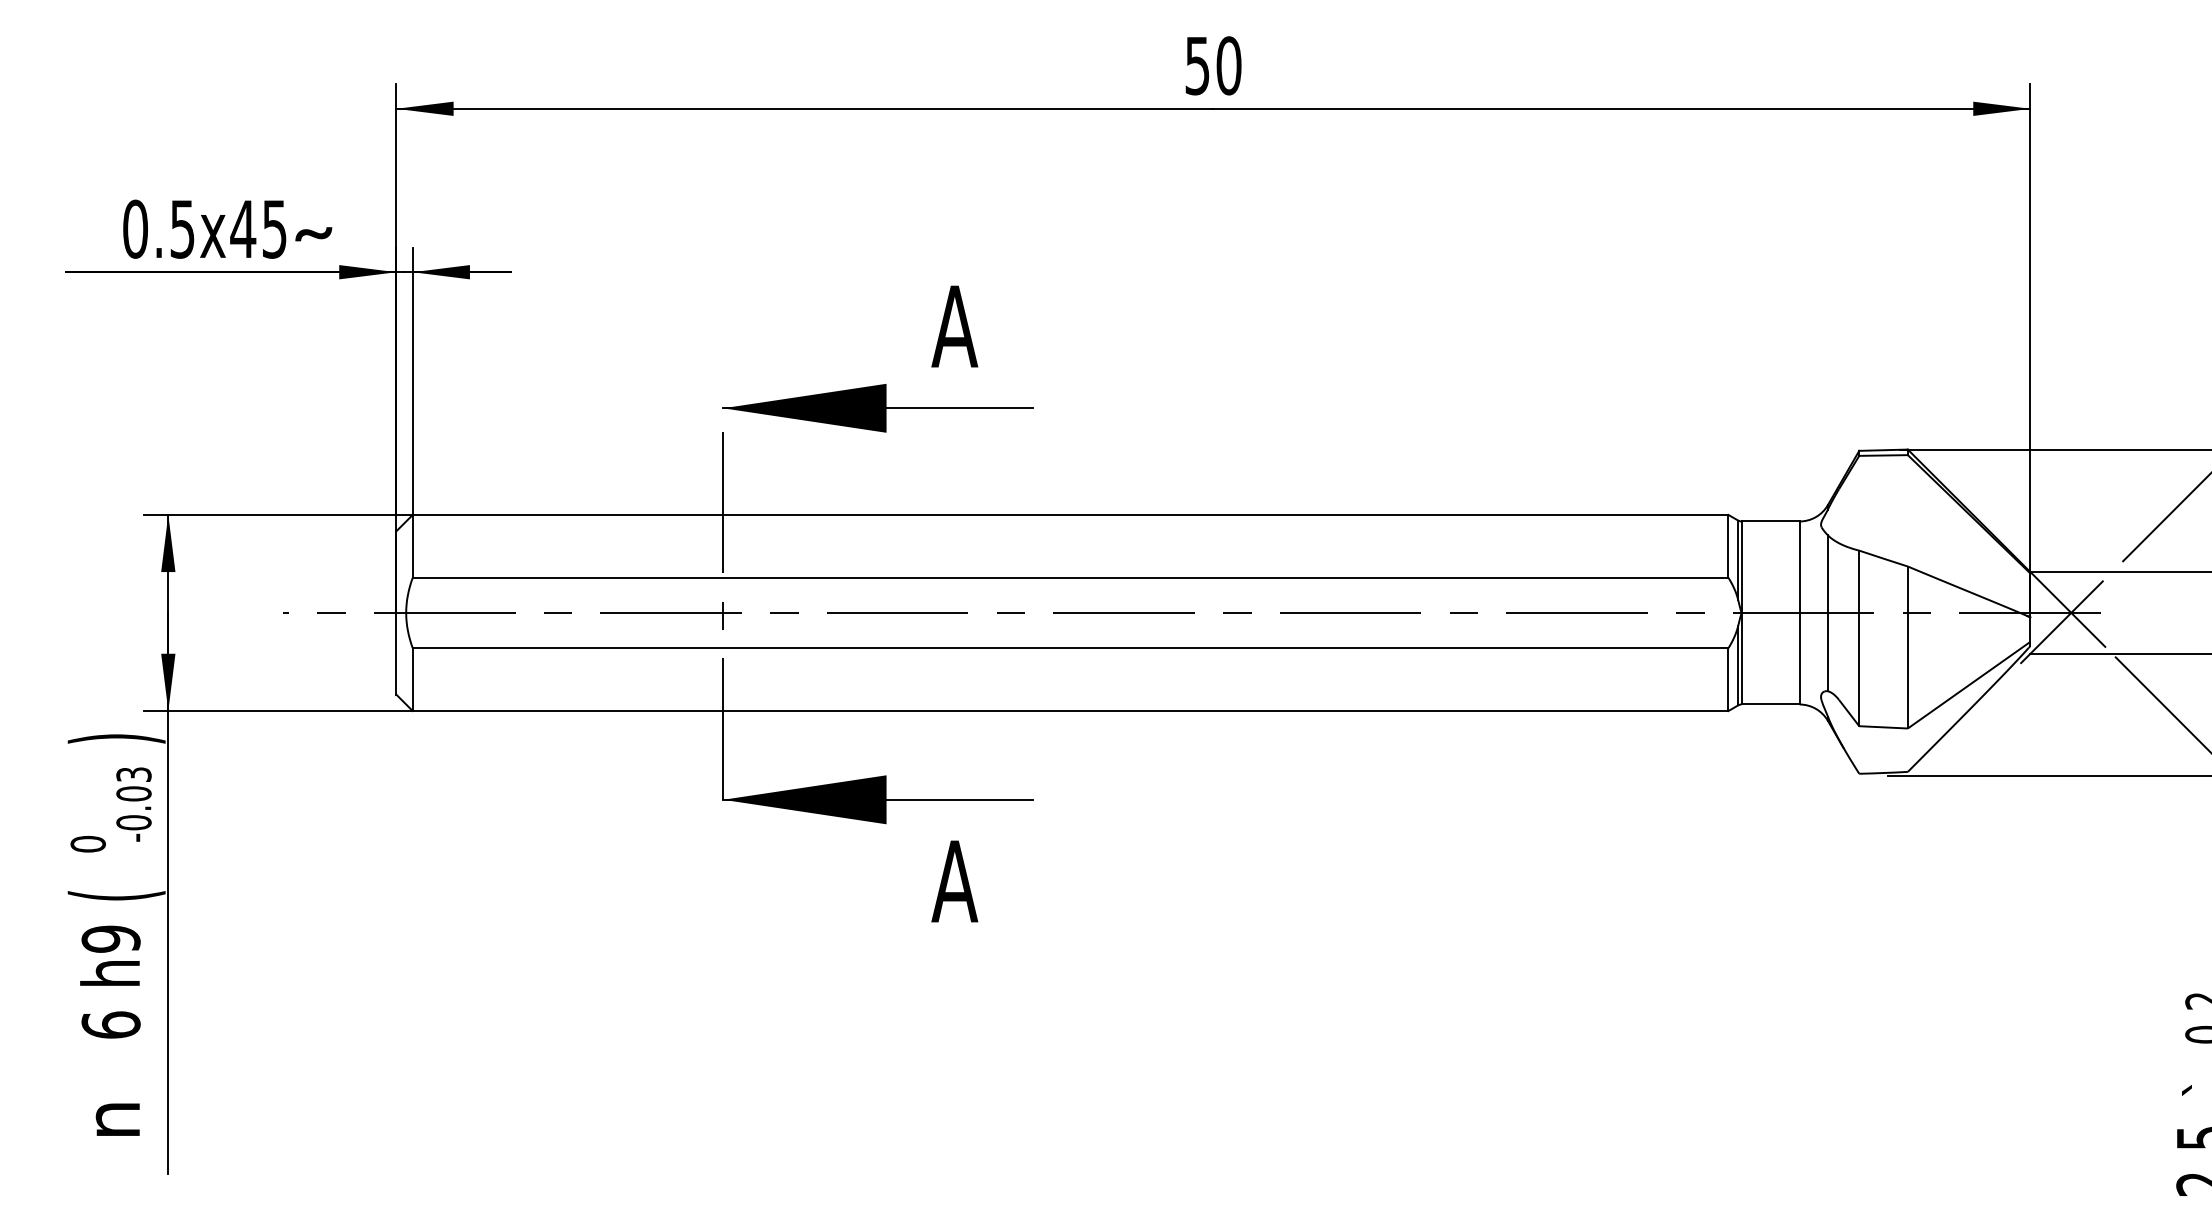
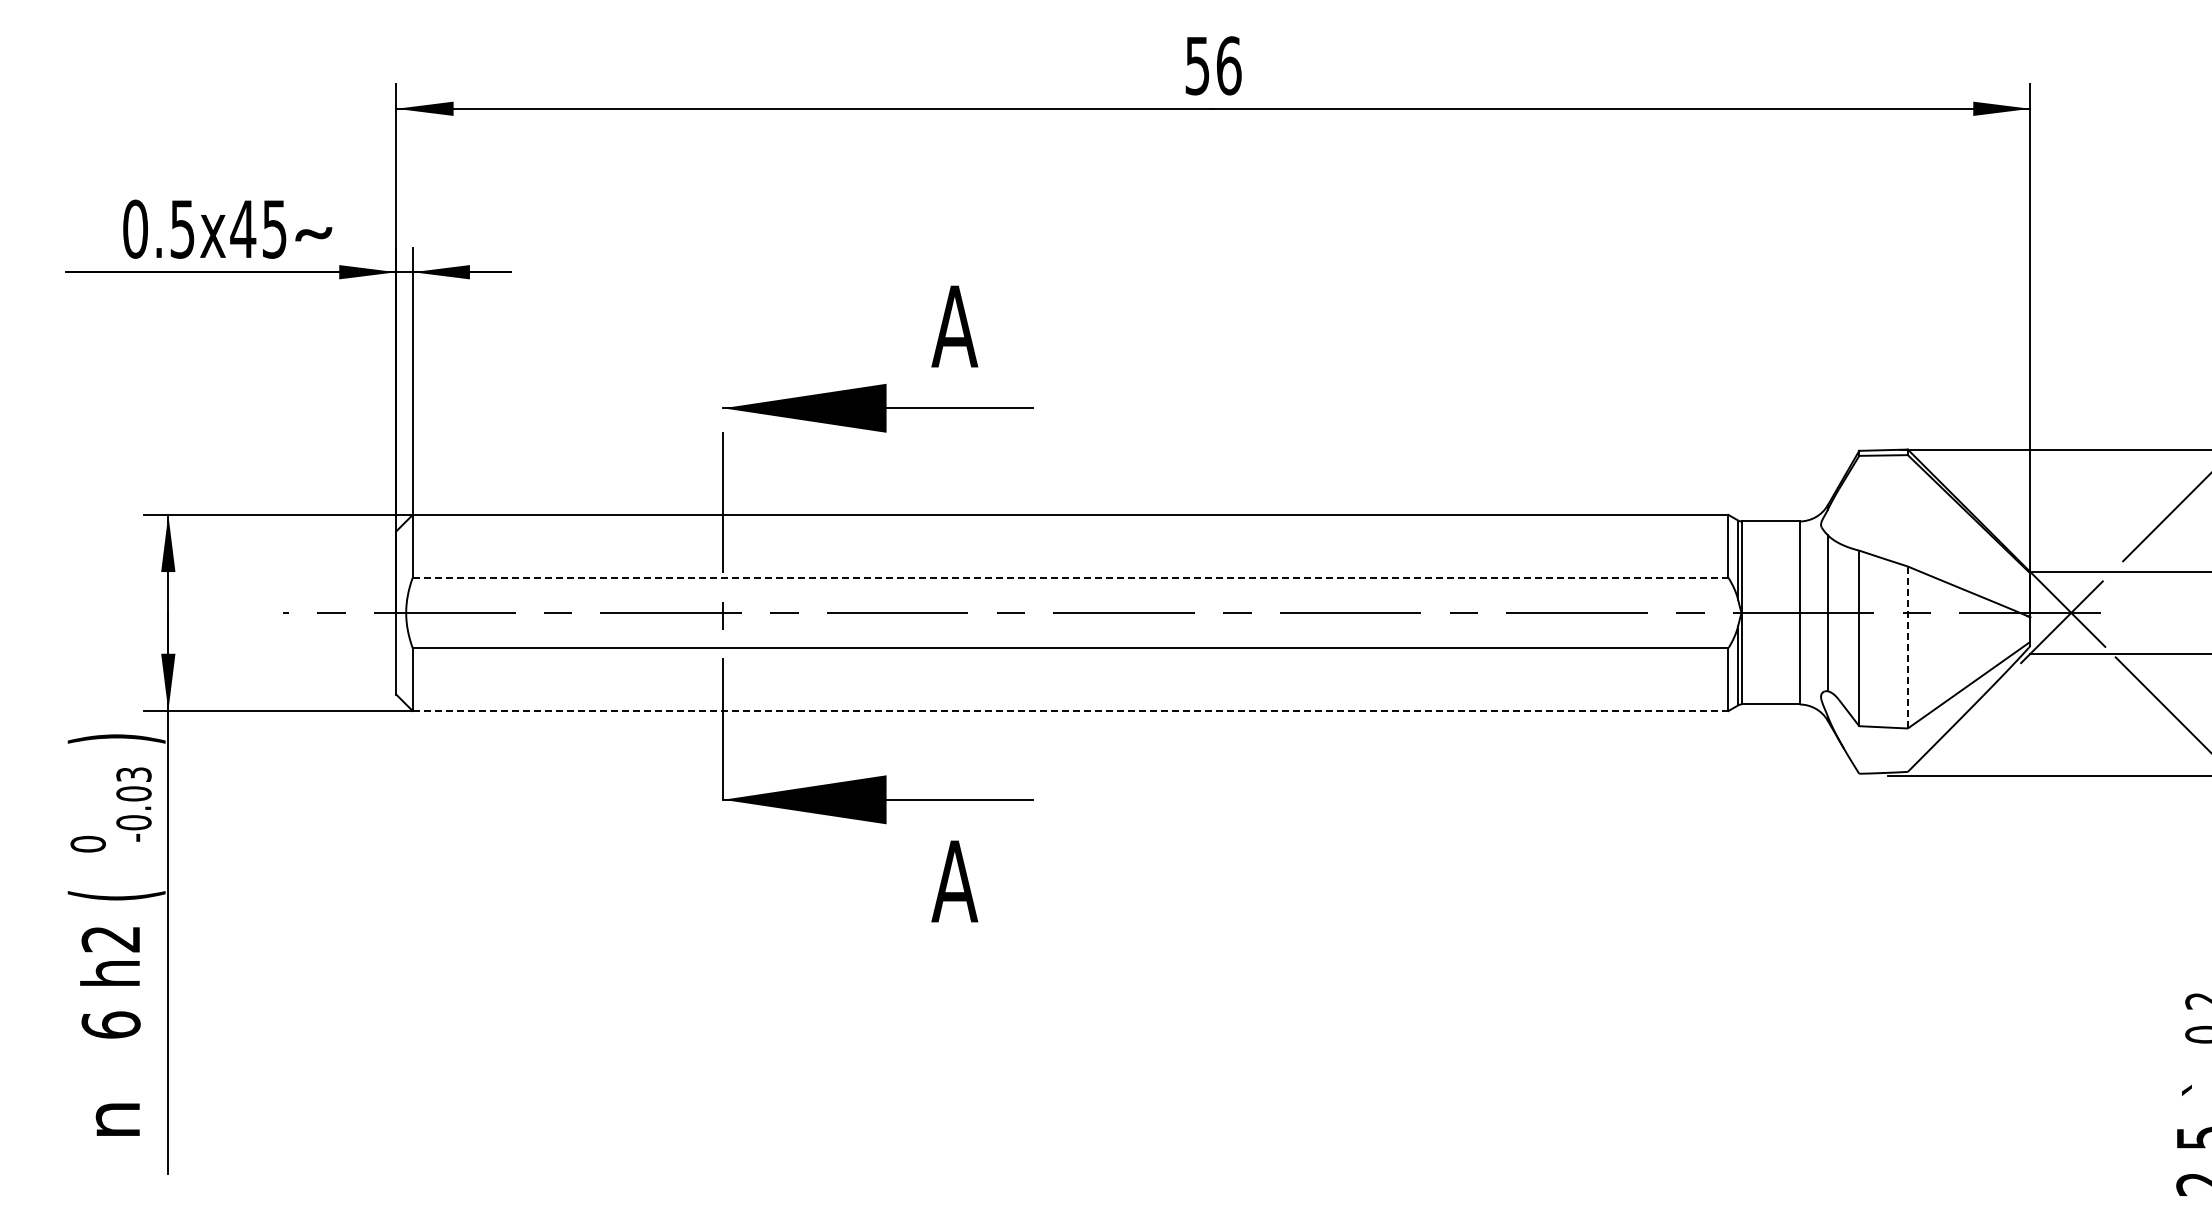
text at (1228, 65): 50 -> 56
line at (1070, 577): solid -> dashed
line at (1907, 647): solid -> dashed
line at (1070, 711): solid -> dashed
text at (110, 938): h9 -> h2
